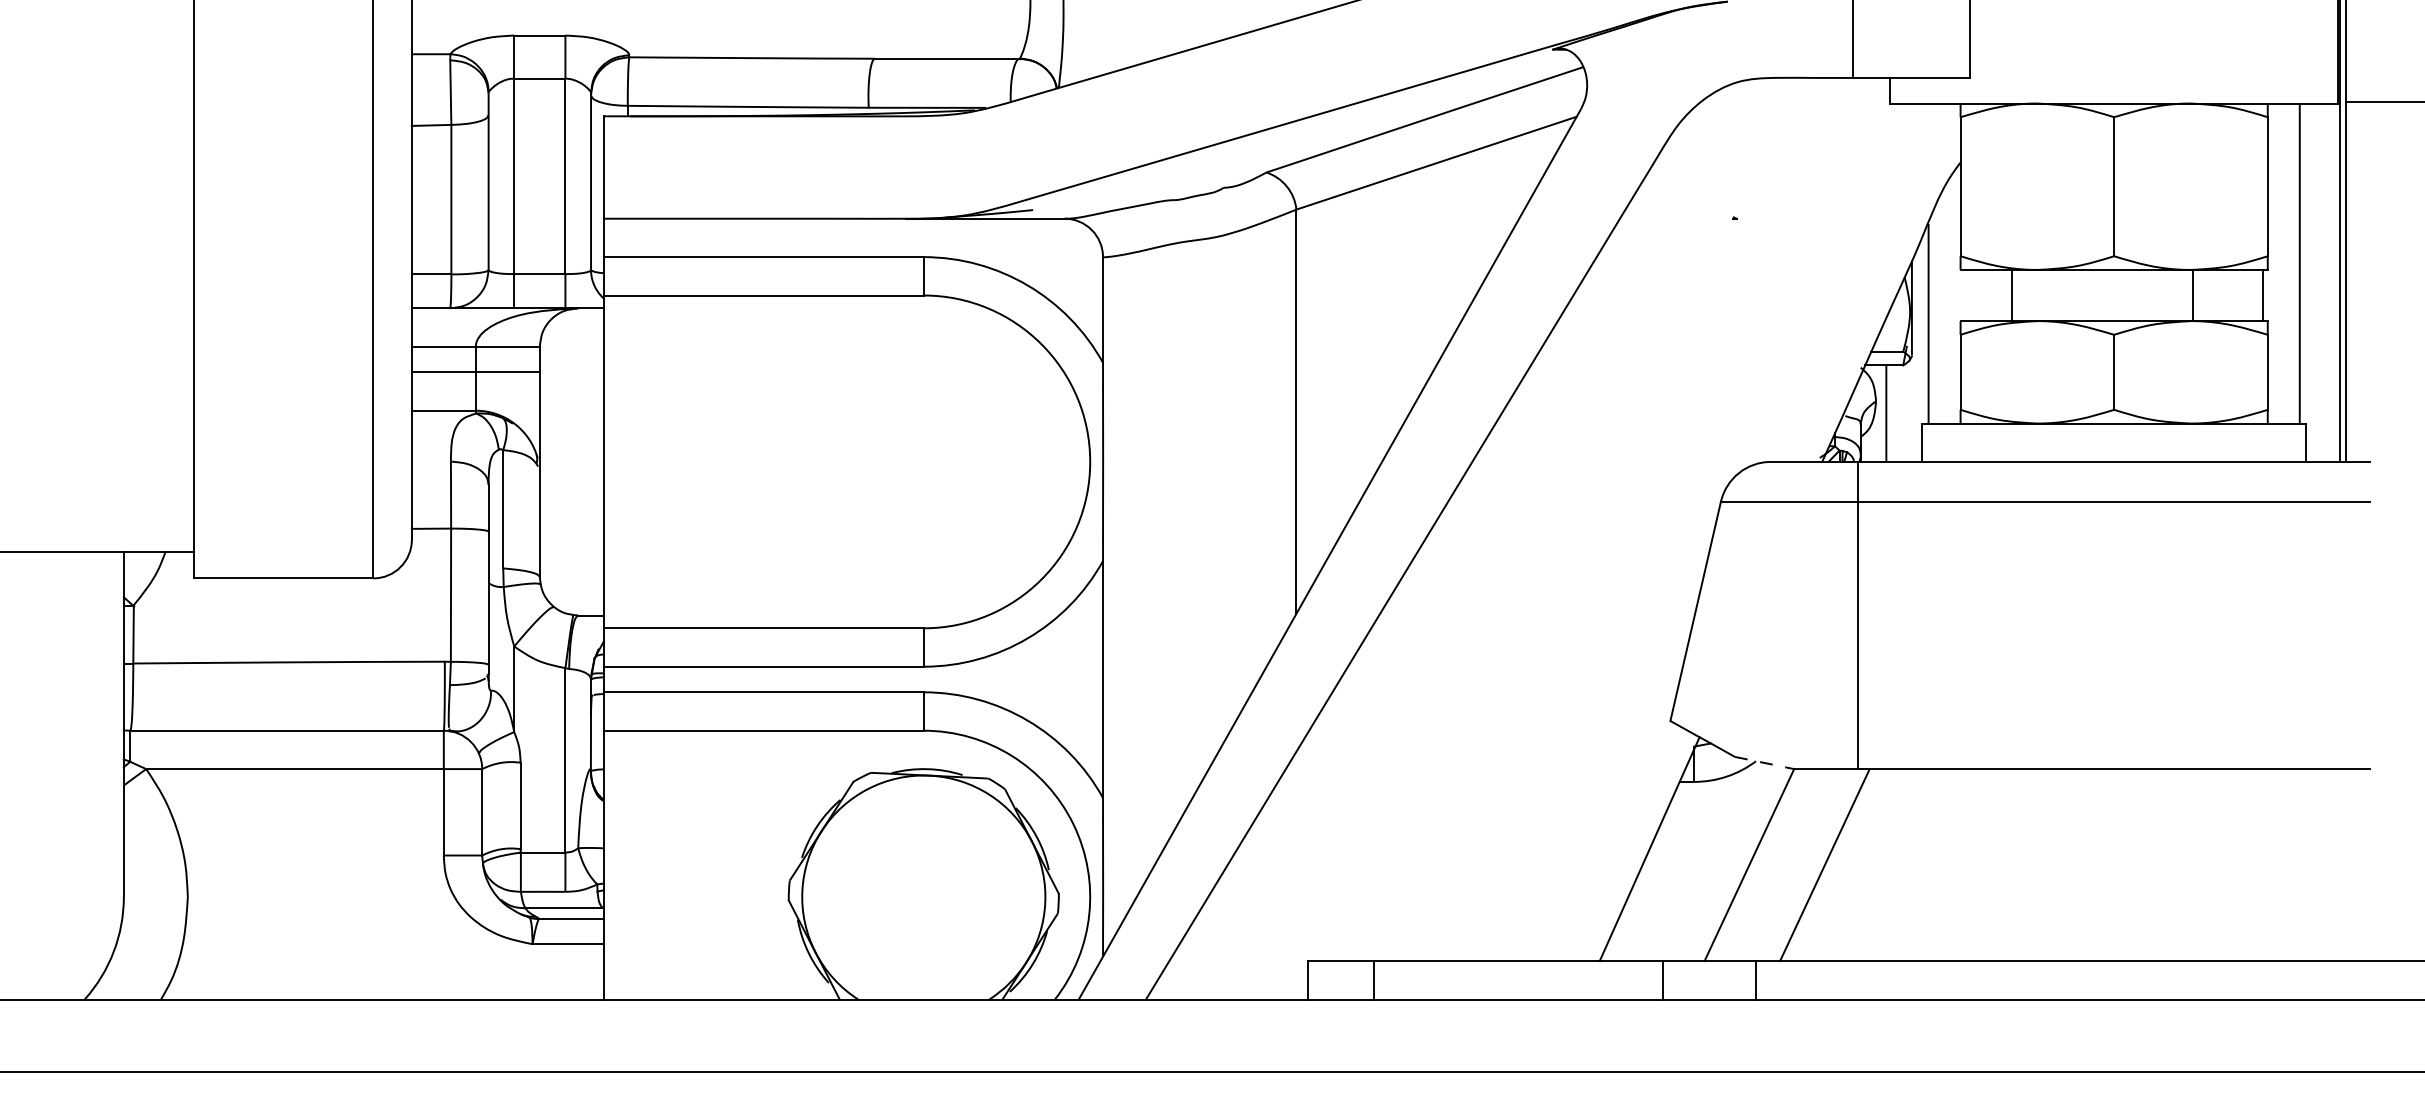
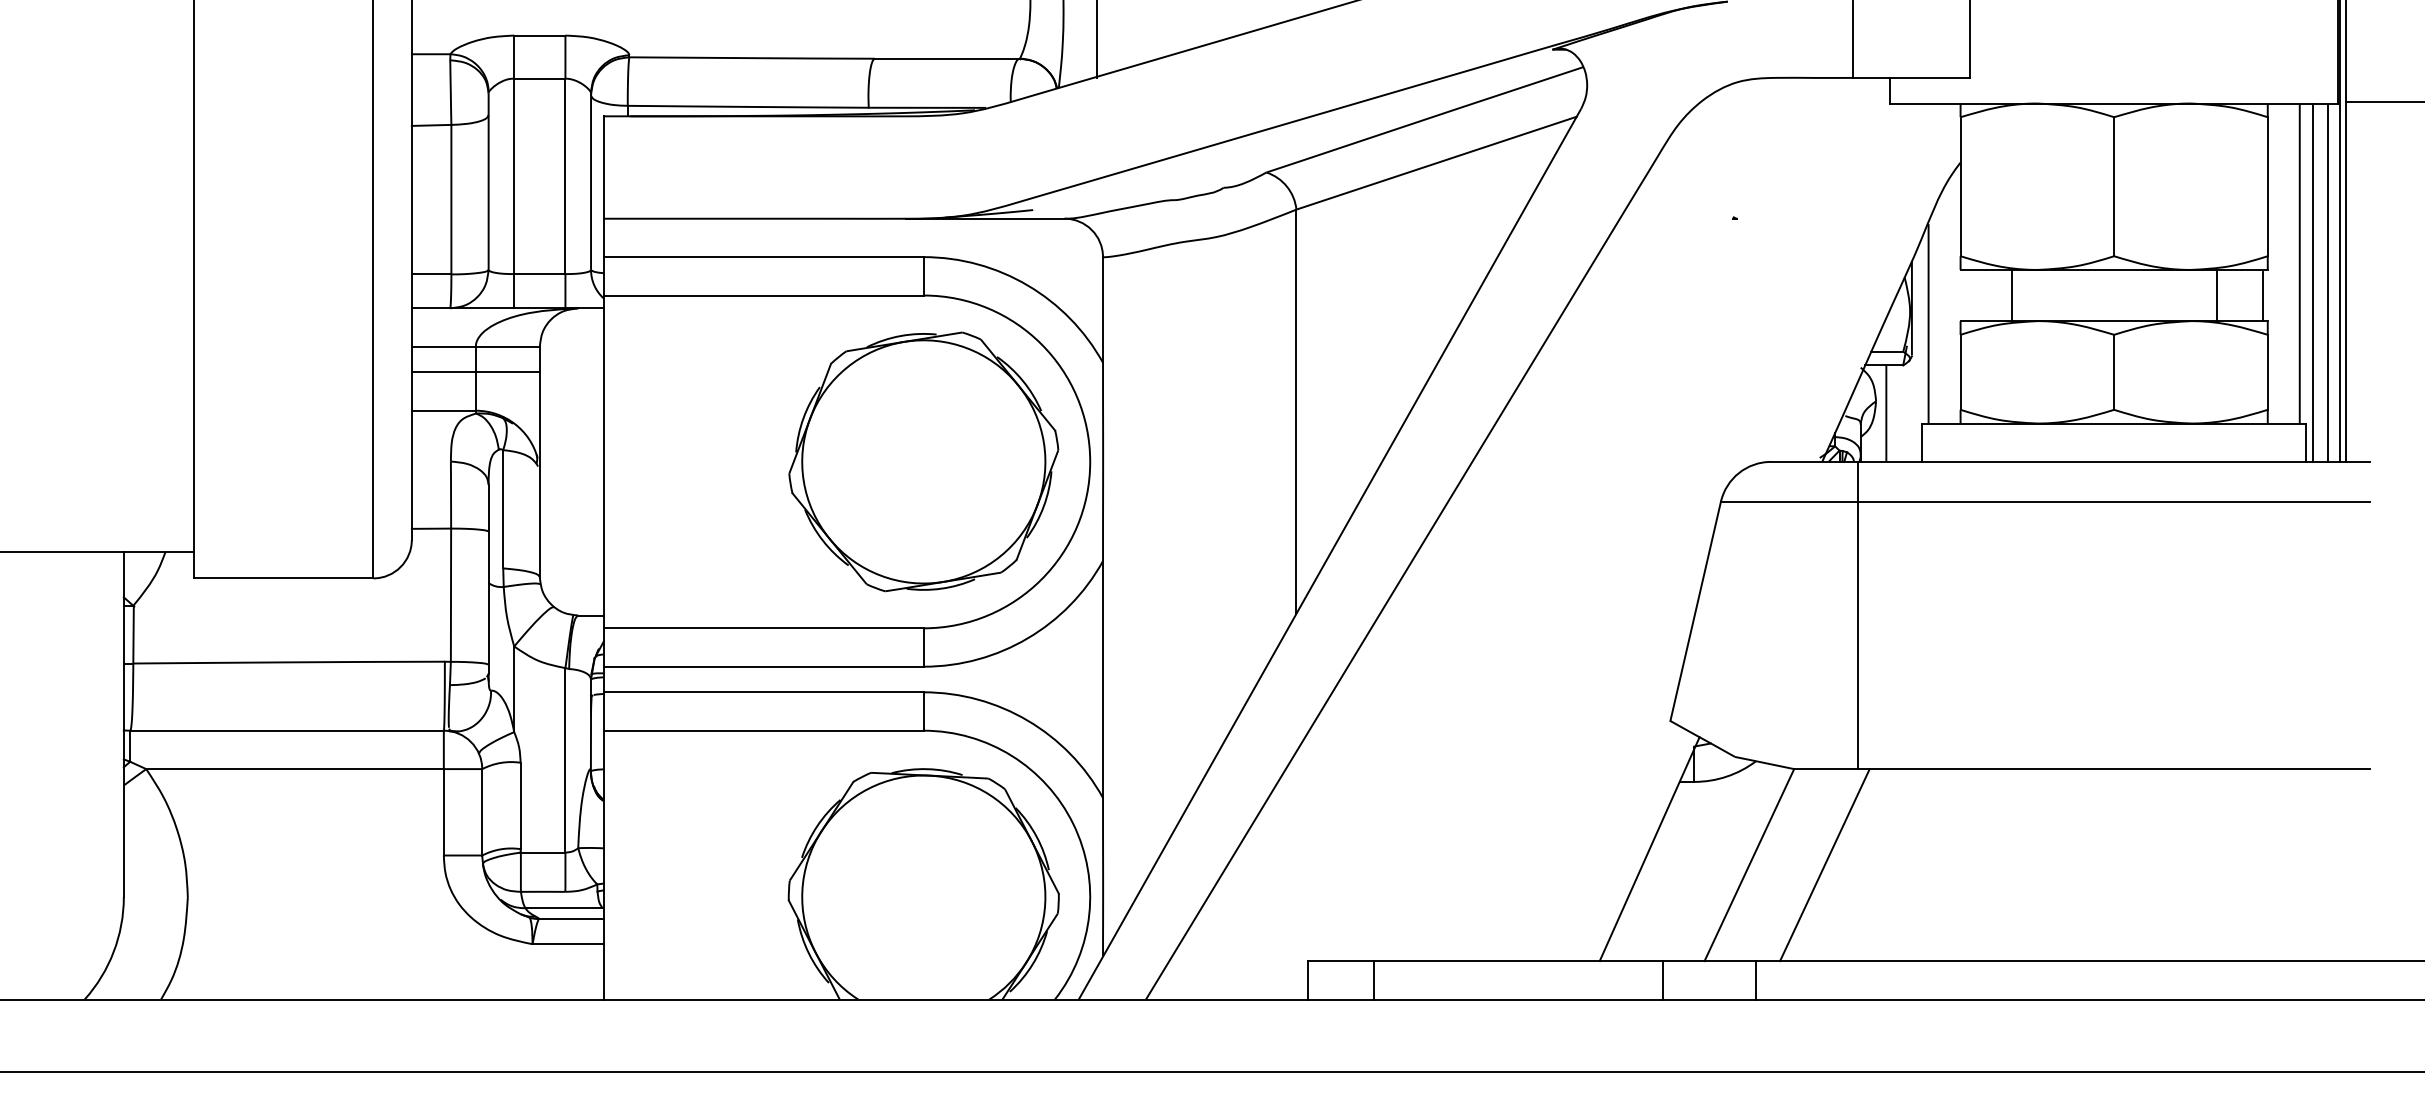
line at (1096, 39): none -> present
line at (2312, 282): none -> present
line at (2327, 282): none -> present
line at (2192, 295) position: (2192, 295) -> (2216, 295)
part at (923, 461): none -> present
line at (1764, 763): dashed -> solid
